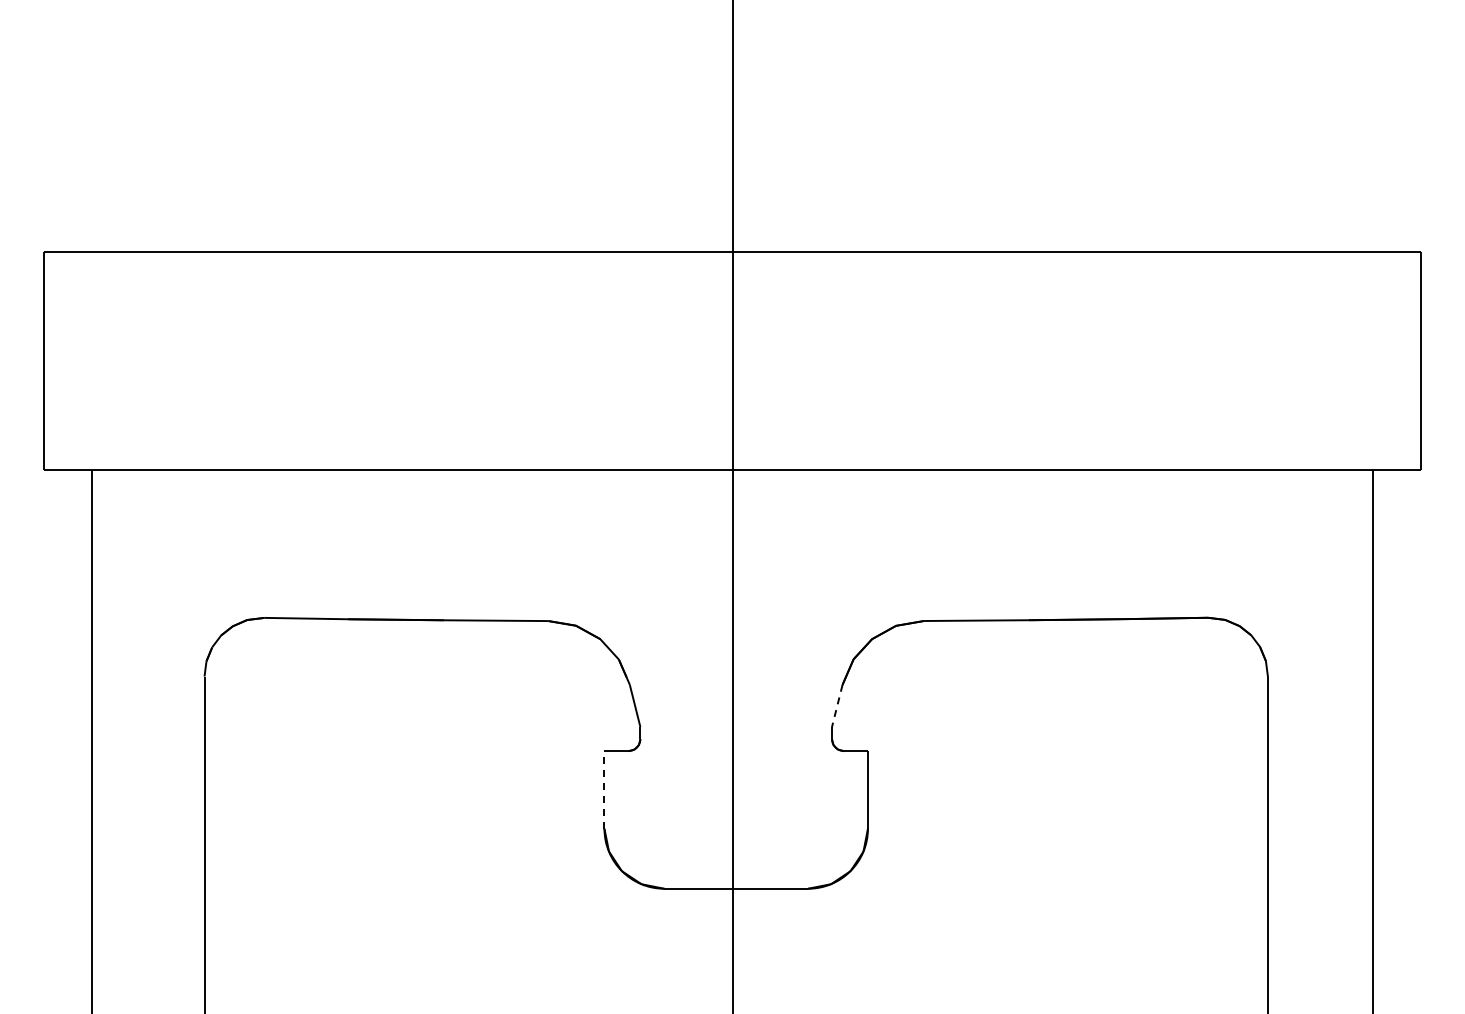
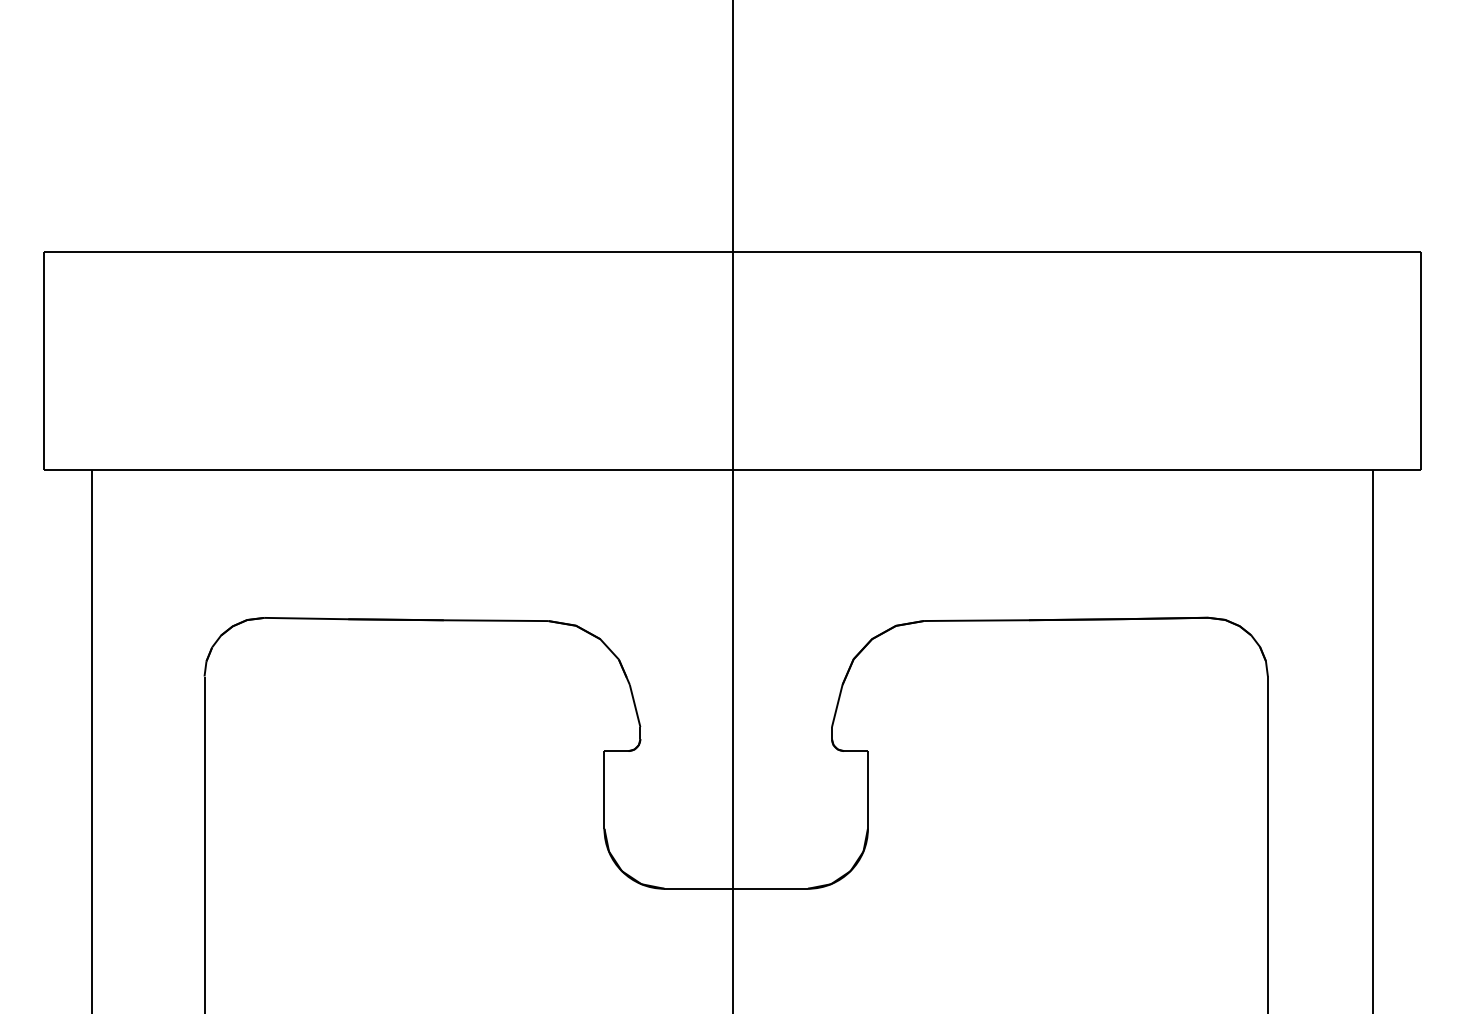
line at (837, 706): dashed -> solid
line at (604, 790): dashed -> solid
